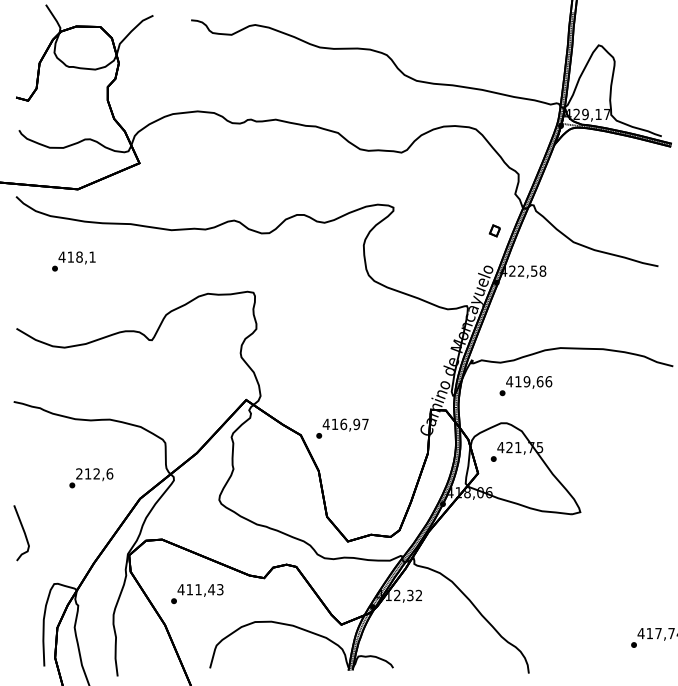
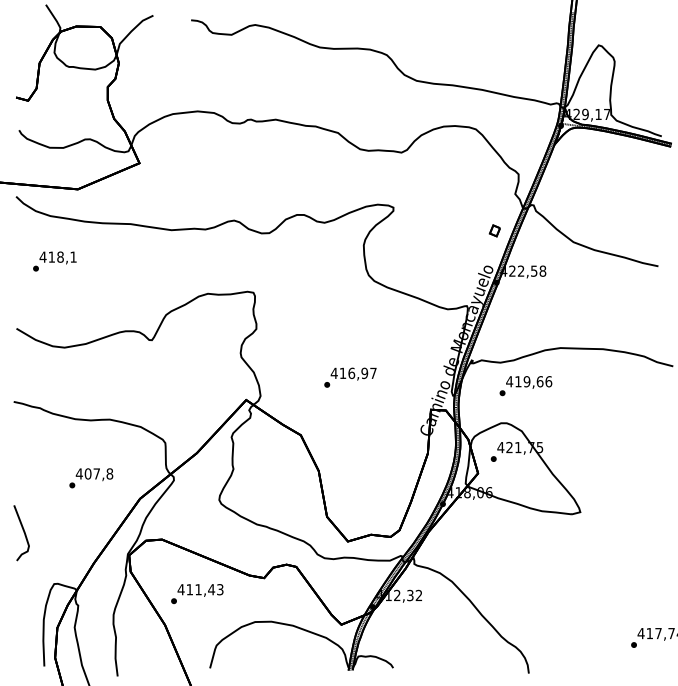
text at (73, 261) position: (73, 261) -> (54, 261)
text at (342, 428) position: (342, 428) -> (350, 377)
text at (94, 473): 212,6 -> 407,8
